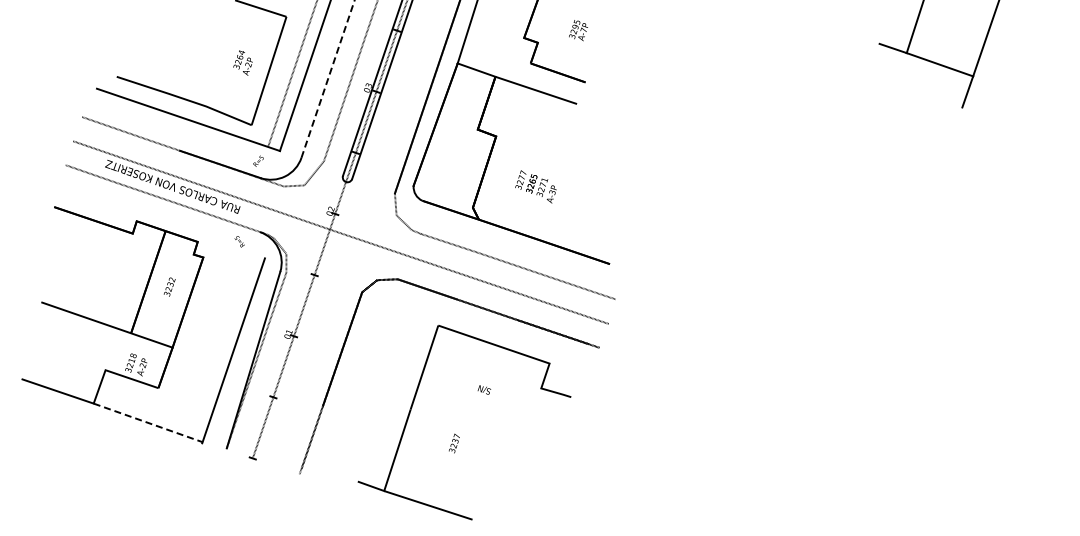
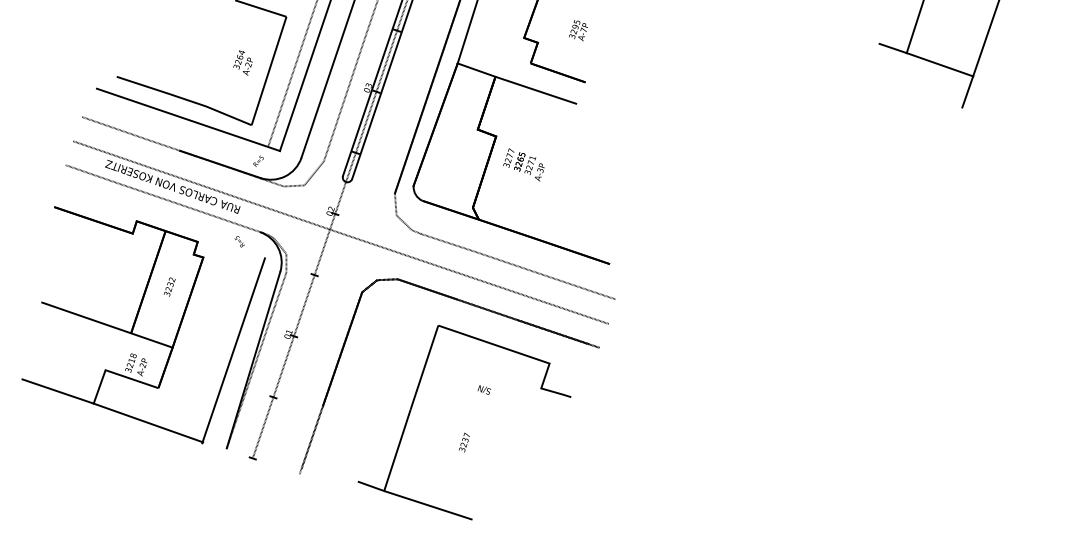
line at (328, 78): dashed -> solid
text at (535, 186) position: (535, 186) -> (523, 164)
line at (148, 423): dashed -> solid
text at (454, 443) position: (454, 443) -> (464, 442)
